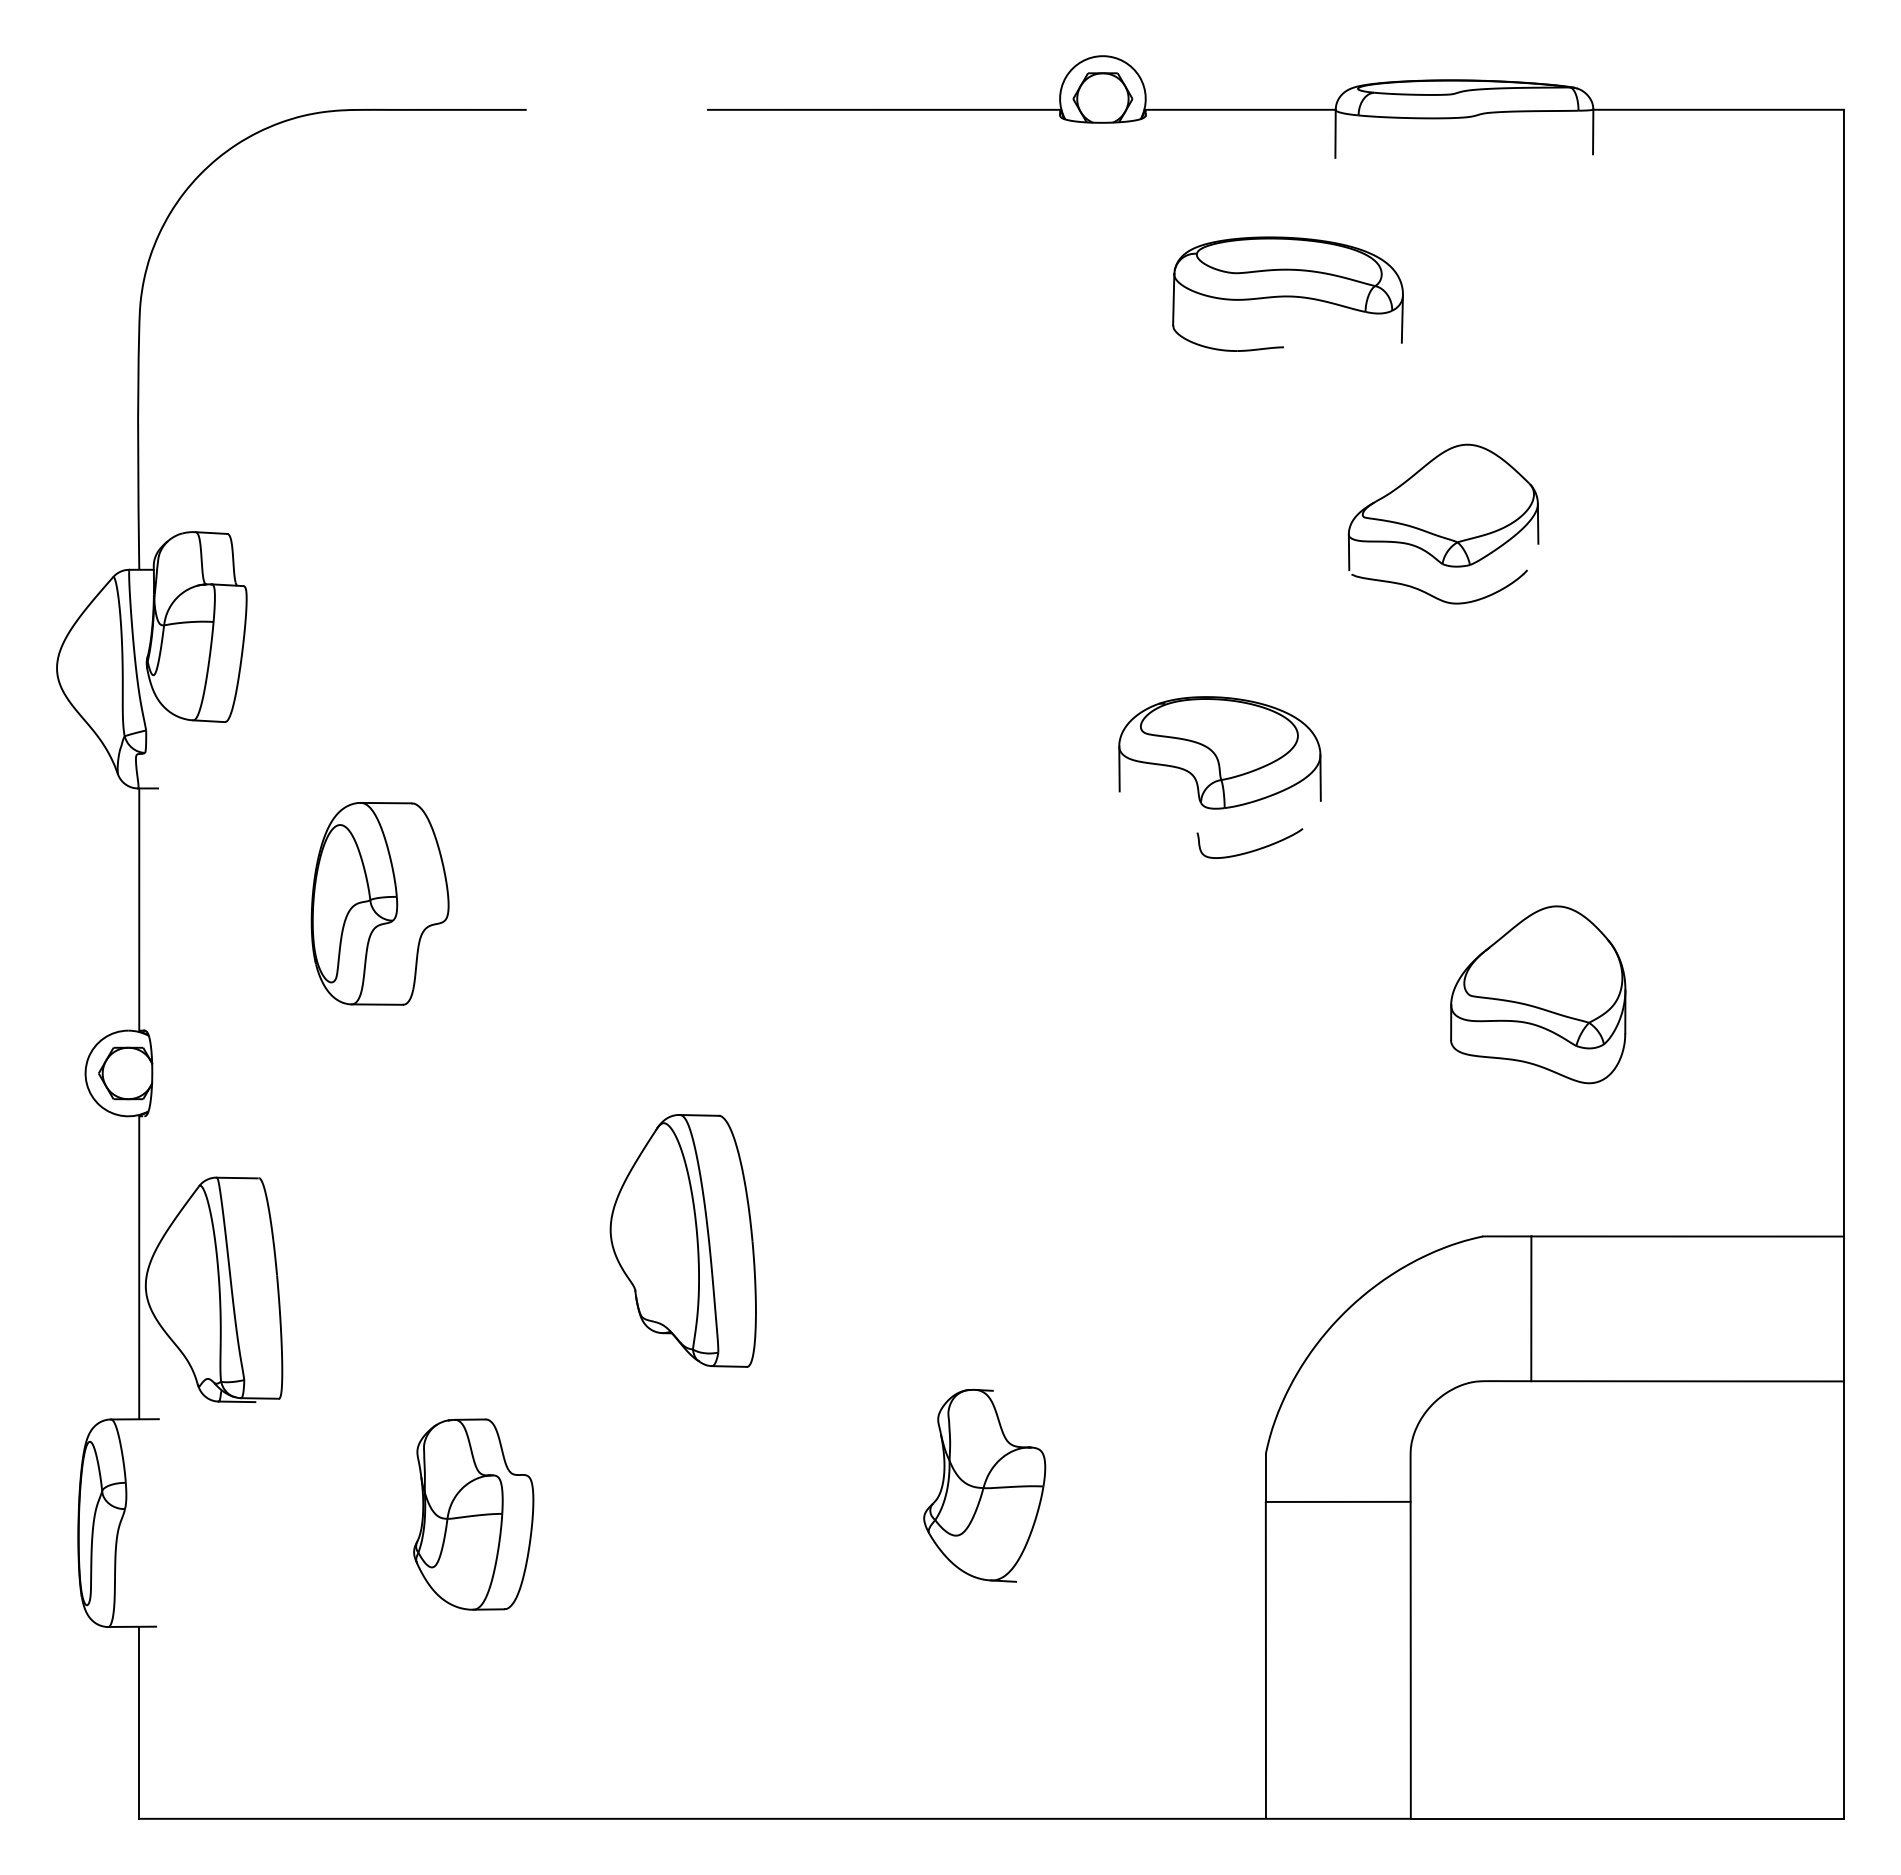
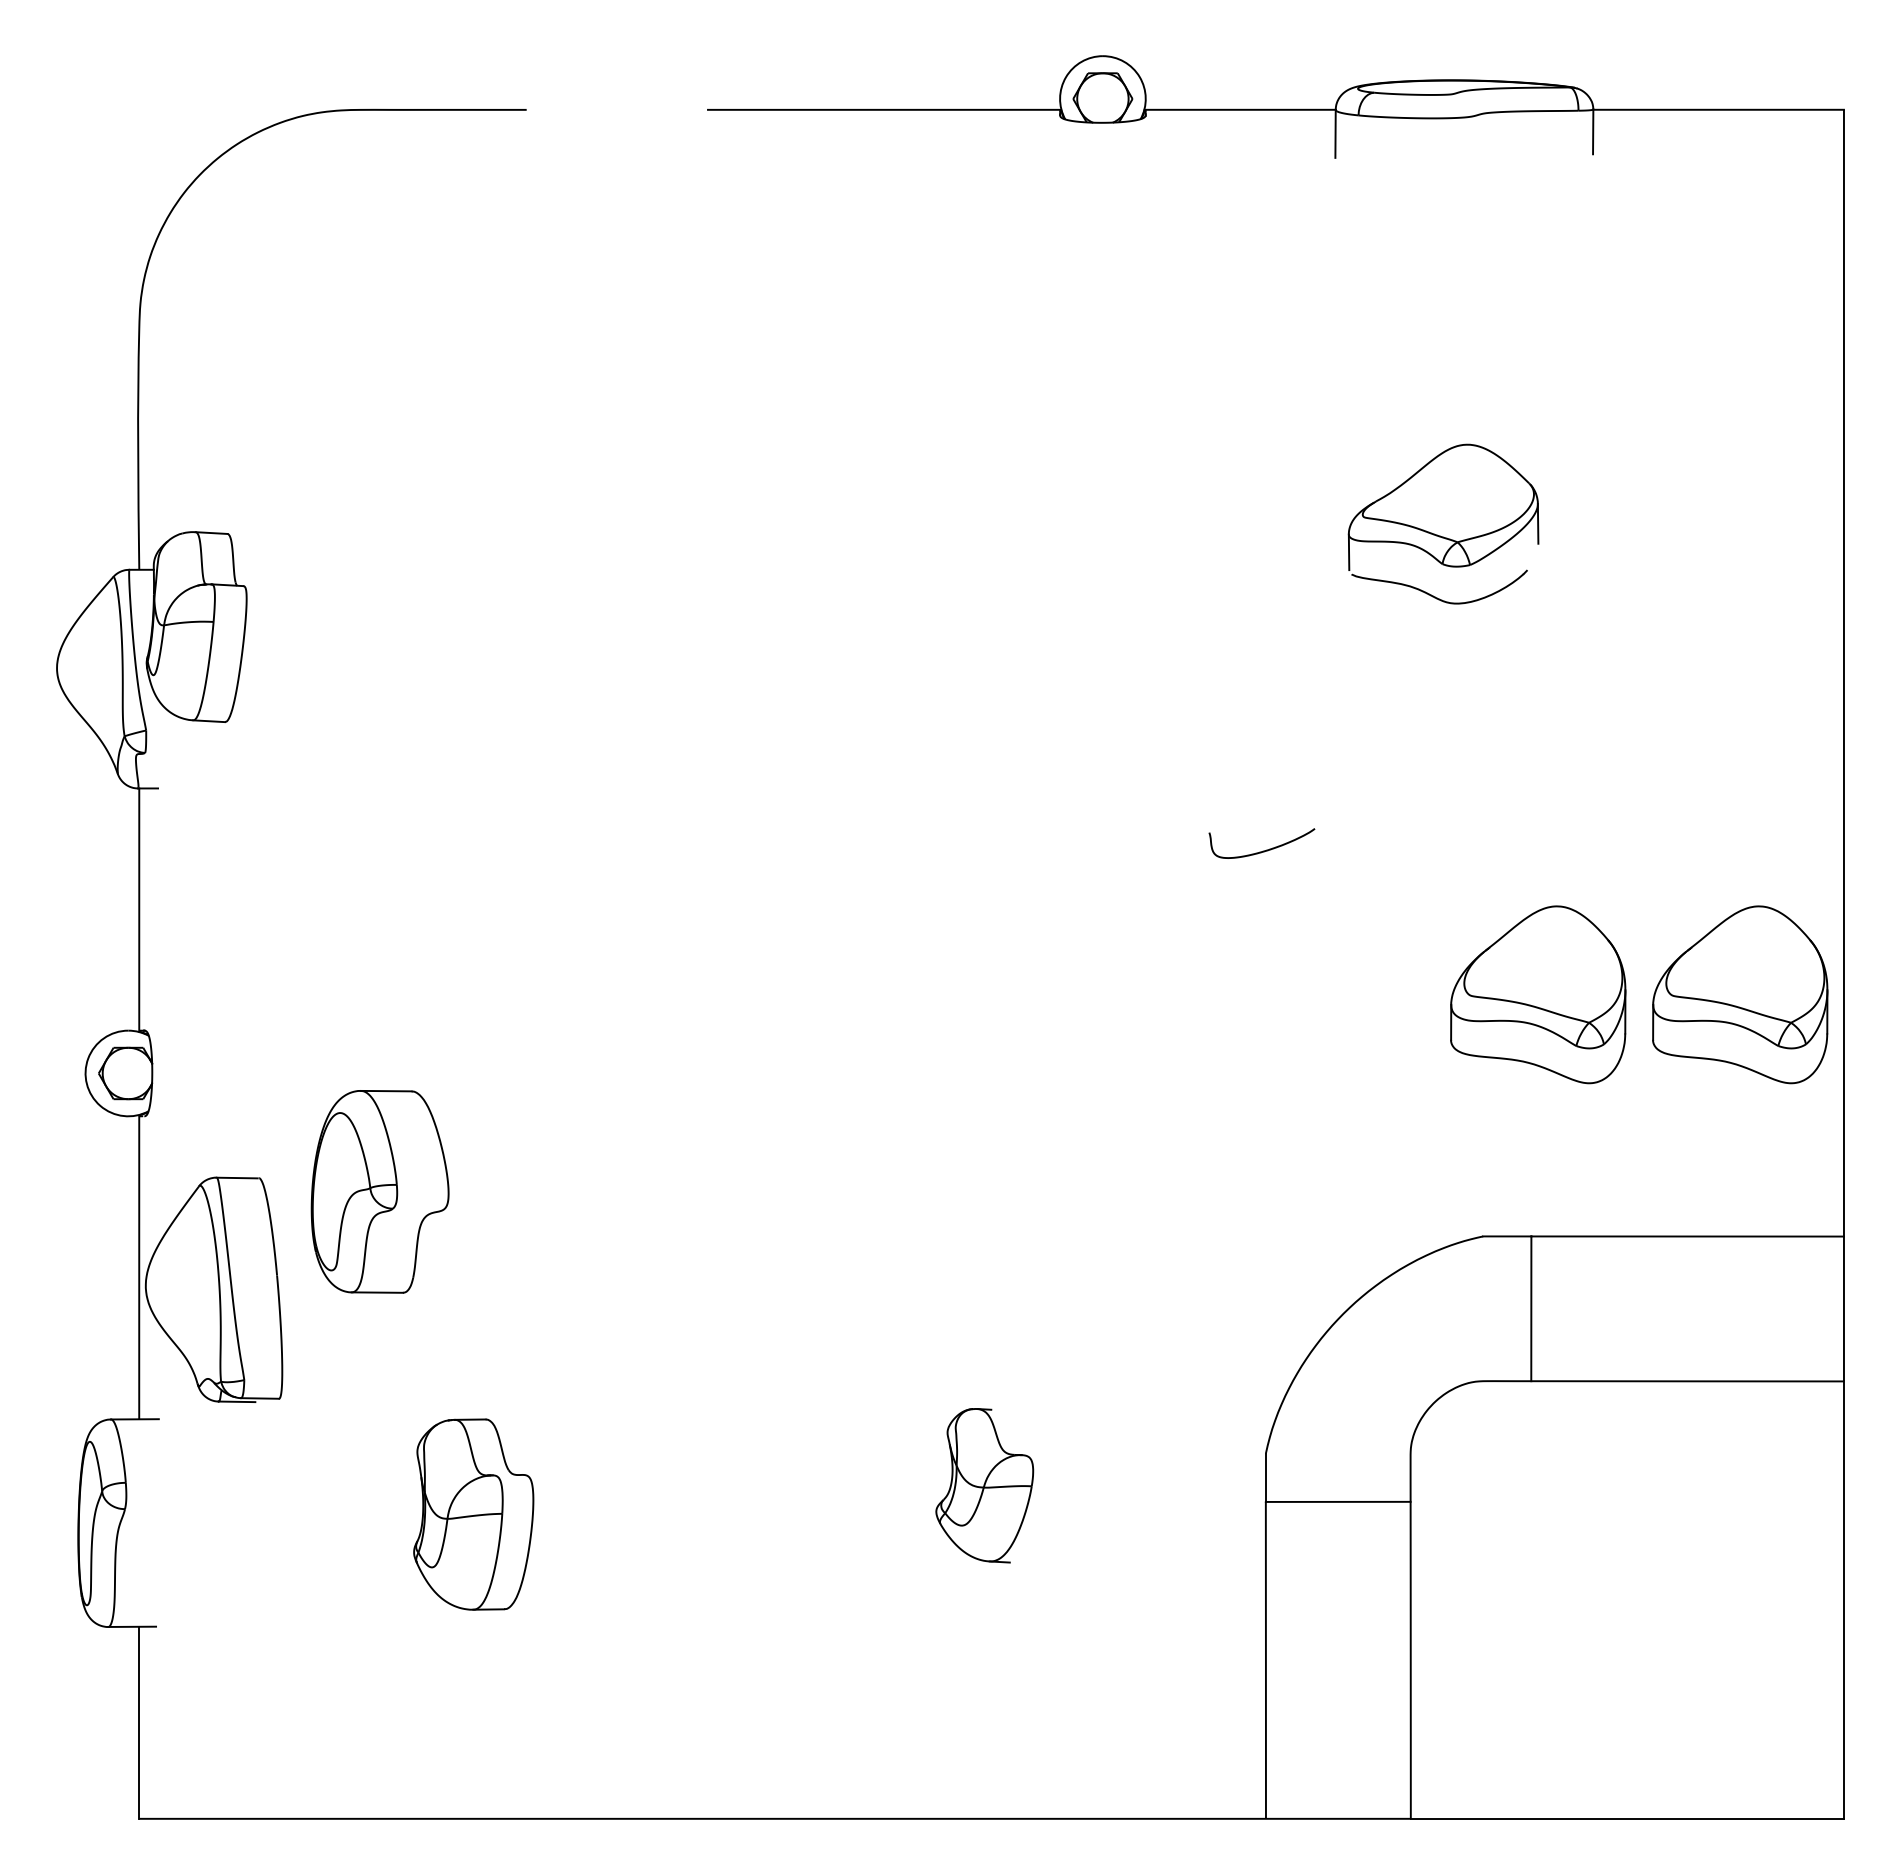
part at (1287, 293): present -> none
part at (1219, 752): present -> none
curve at (1251, 850) position: (1251, 850) -> (1263, 850)
part at (379, 903) position: (379, 903) -> (379, 1191)
part at (1740, 994): none -> present
part at (682, 1240): present -> none
part at (984, 1485) size: 124x195 px -> 100x156 px
